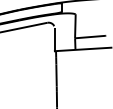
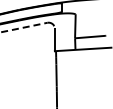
line at (24, 27): solid -> dashed
